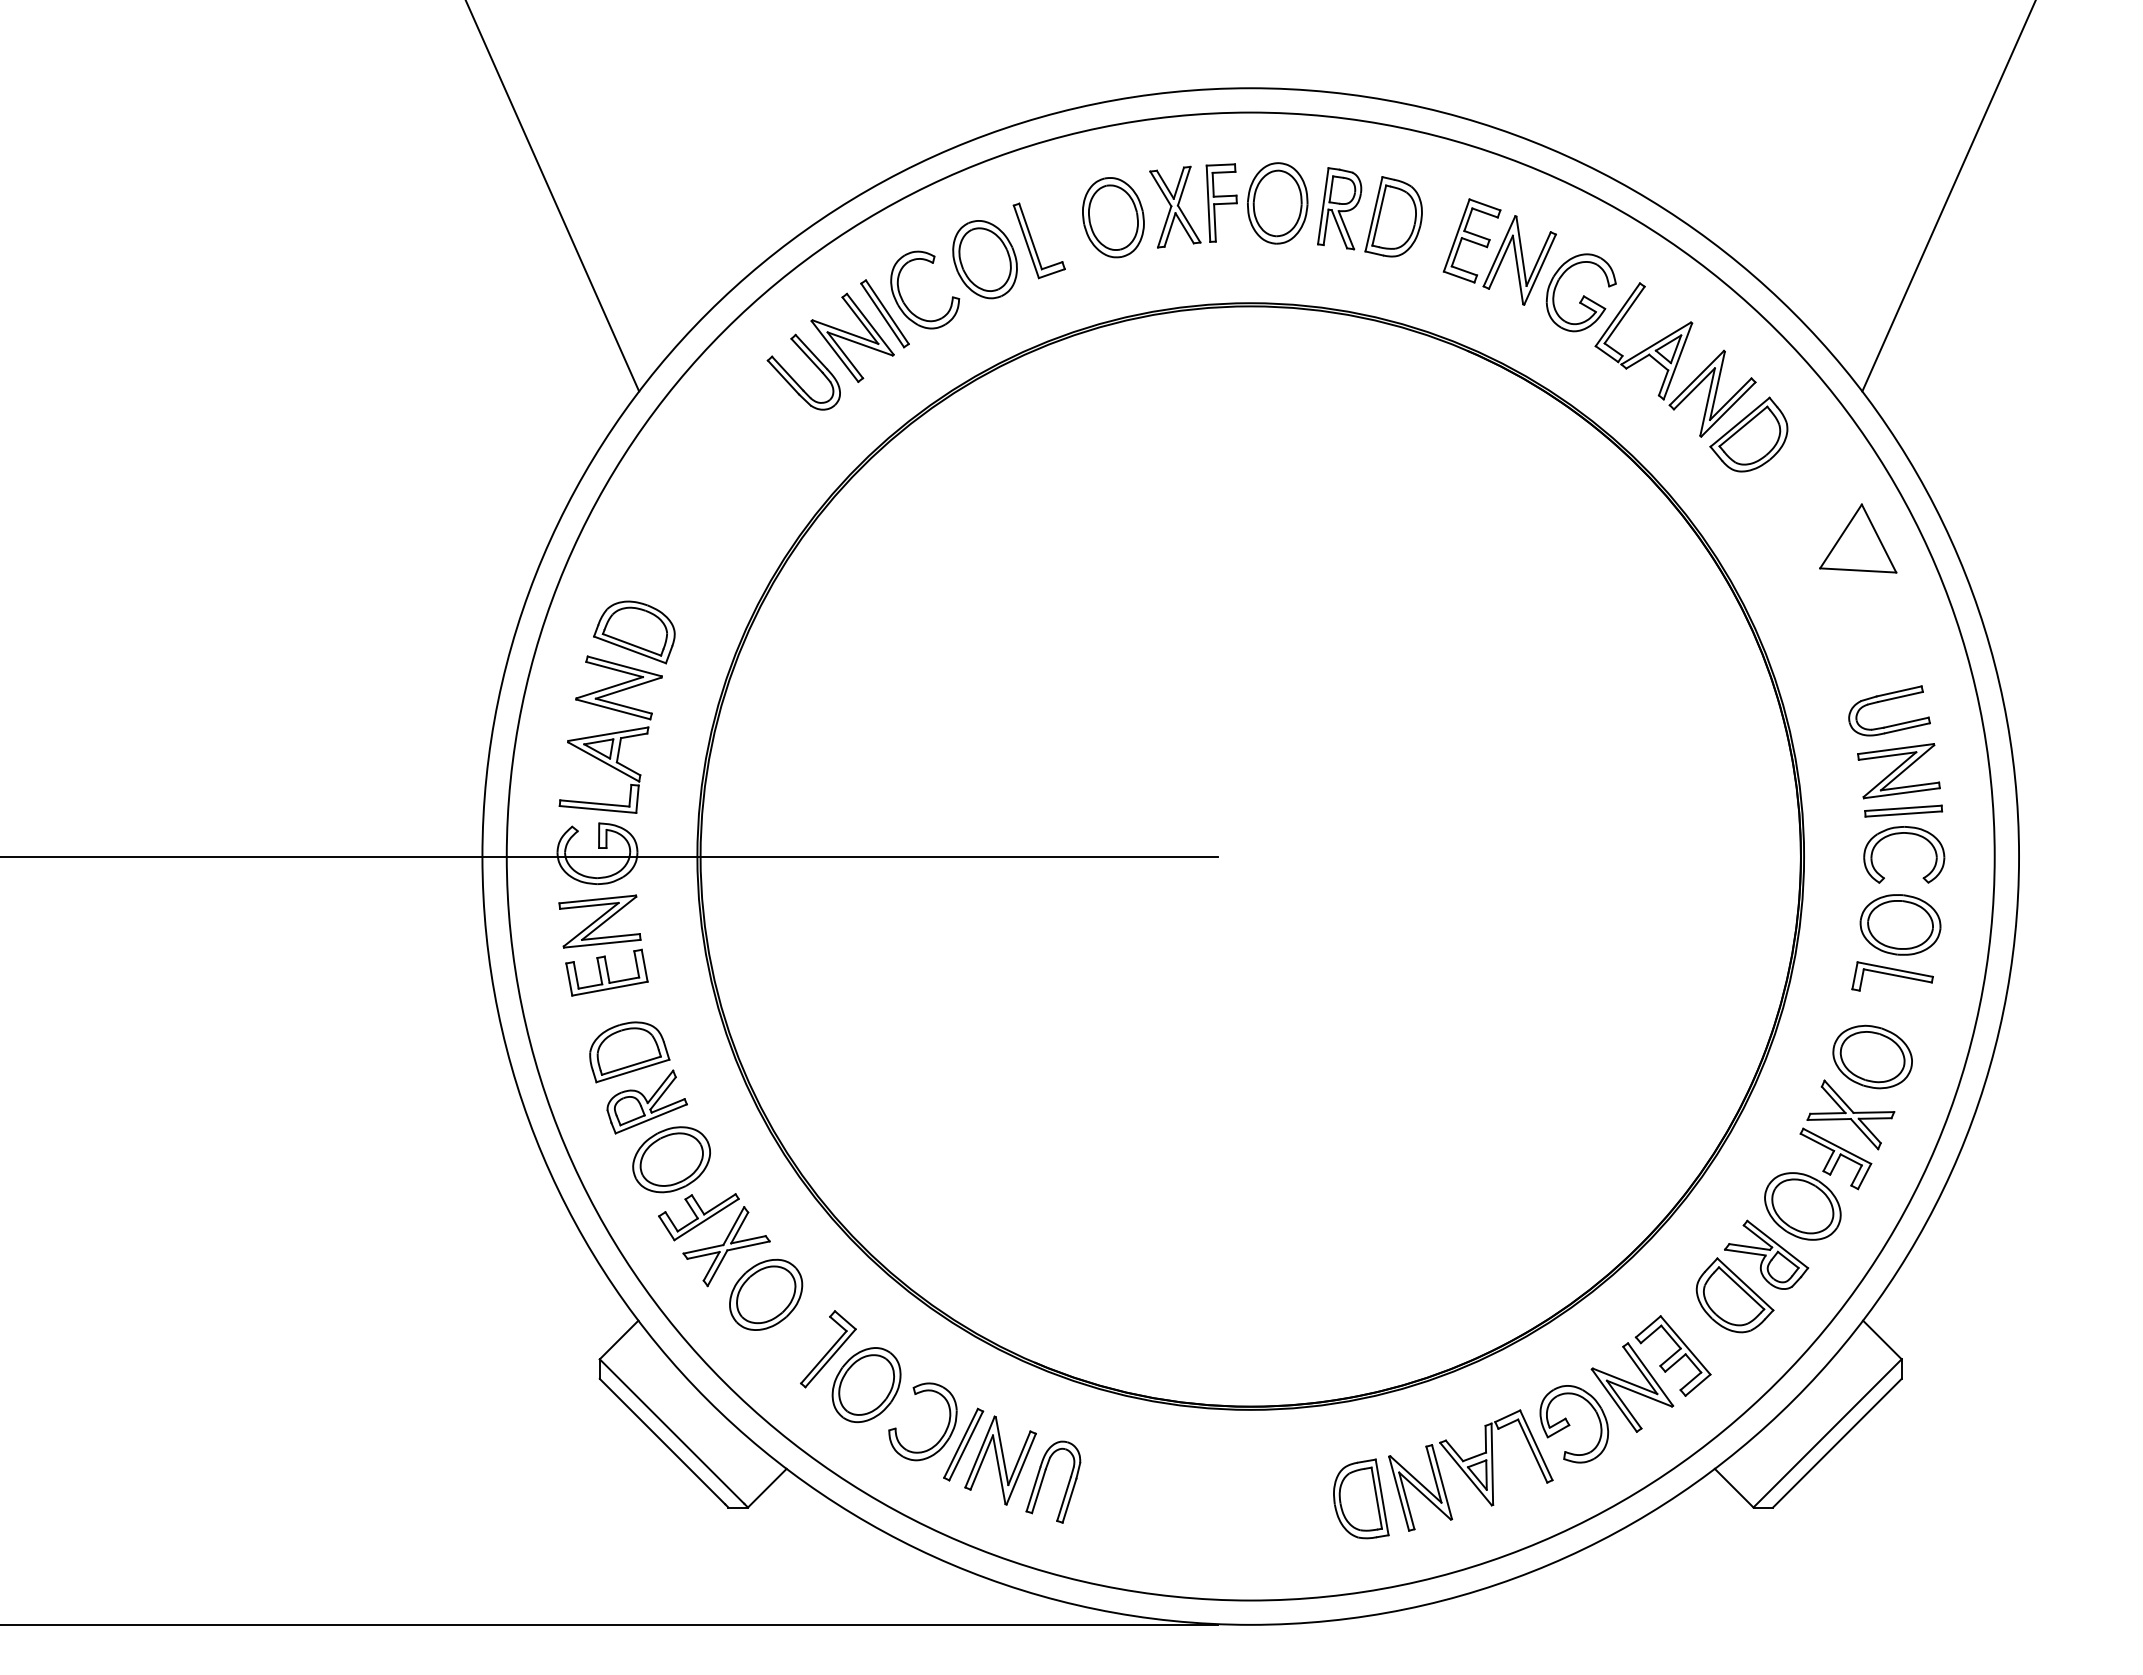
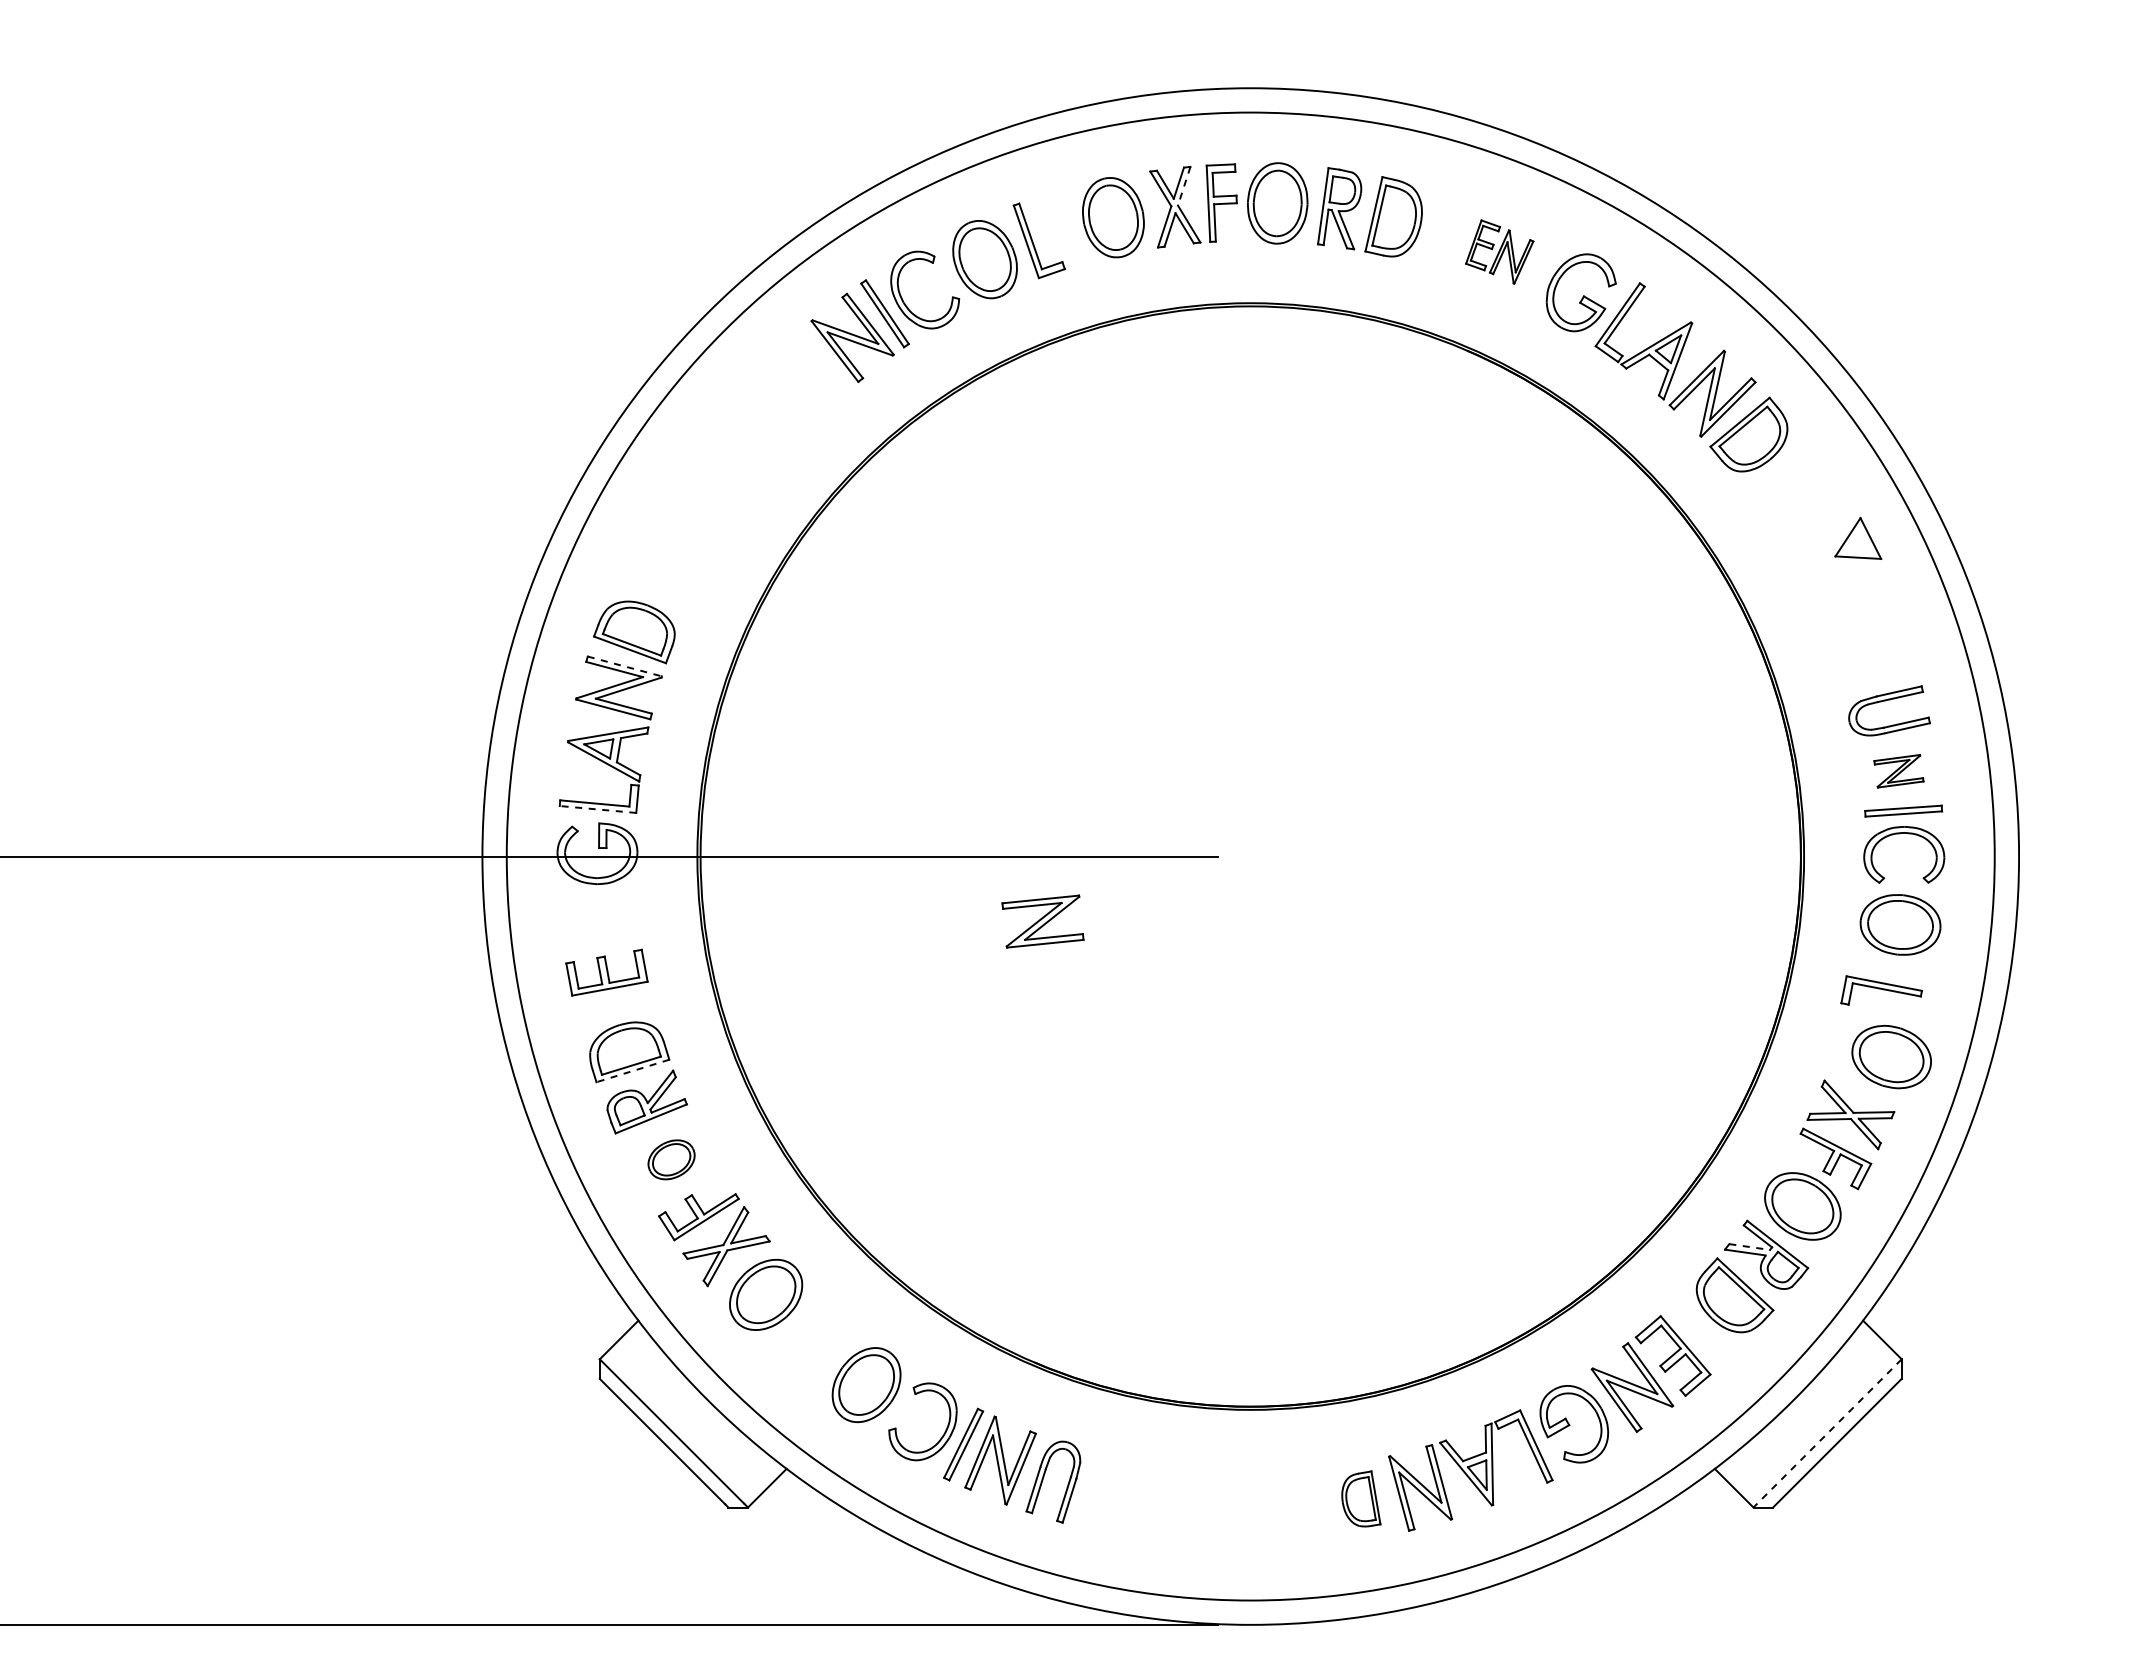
line at (1184, 186): solid -> dashed
line at (552, 196): present -> none
line at (1948, 196): present -> none
part at (1499, 251) size: 115x108 px -> 70x66 px
part at (811, 362): present -> none
part at (1858, 538) size: 79x71 px -> 49x43 px
line at (625, 666): solid -> dashed
part at (1898, 771) size: 84x57 px -> 52x35 px
line at (597, 809): solid -> dashed
part at (599, 921) position: (599, 921) -> (1042, 921)
part at (1892, 976) position: (1892, 976) -> (1881, 990)
part at (1872, 1056) position: (1872, 1056) -> (1891, 1056)
line at (632, 1071): solid -> dashed
part at (671, 1159) size: 79x68 px -> 49x42 px
line at (1749, 1247): solid -> dashed
part at (828, 1349): present -> none
line at (1827, 1433): solid -> dashed
part at (1361, 1498) size: 57x82 px -> 41x58 px
